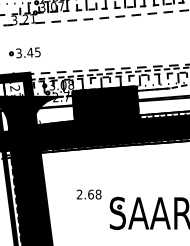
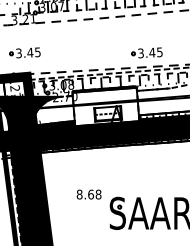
part at (146, 52): none -> present
fill at (105, 106): present -> none
text at (79, 194): 2.68 -> 8.68
